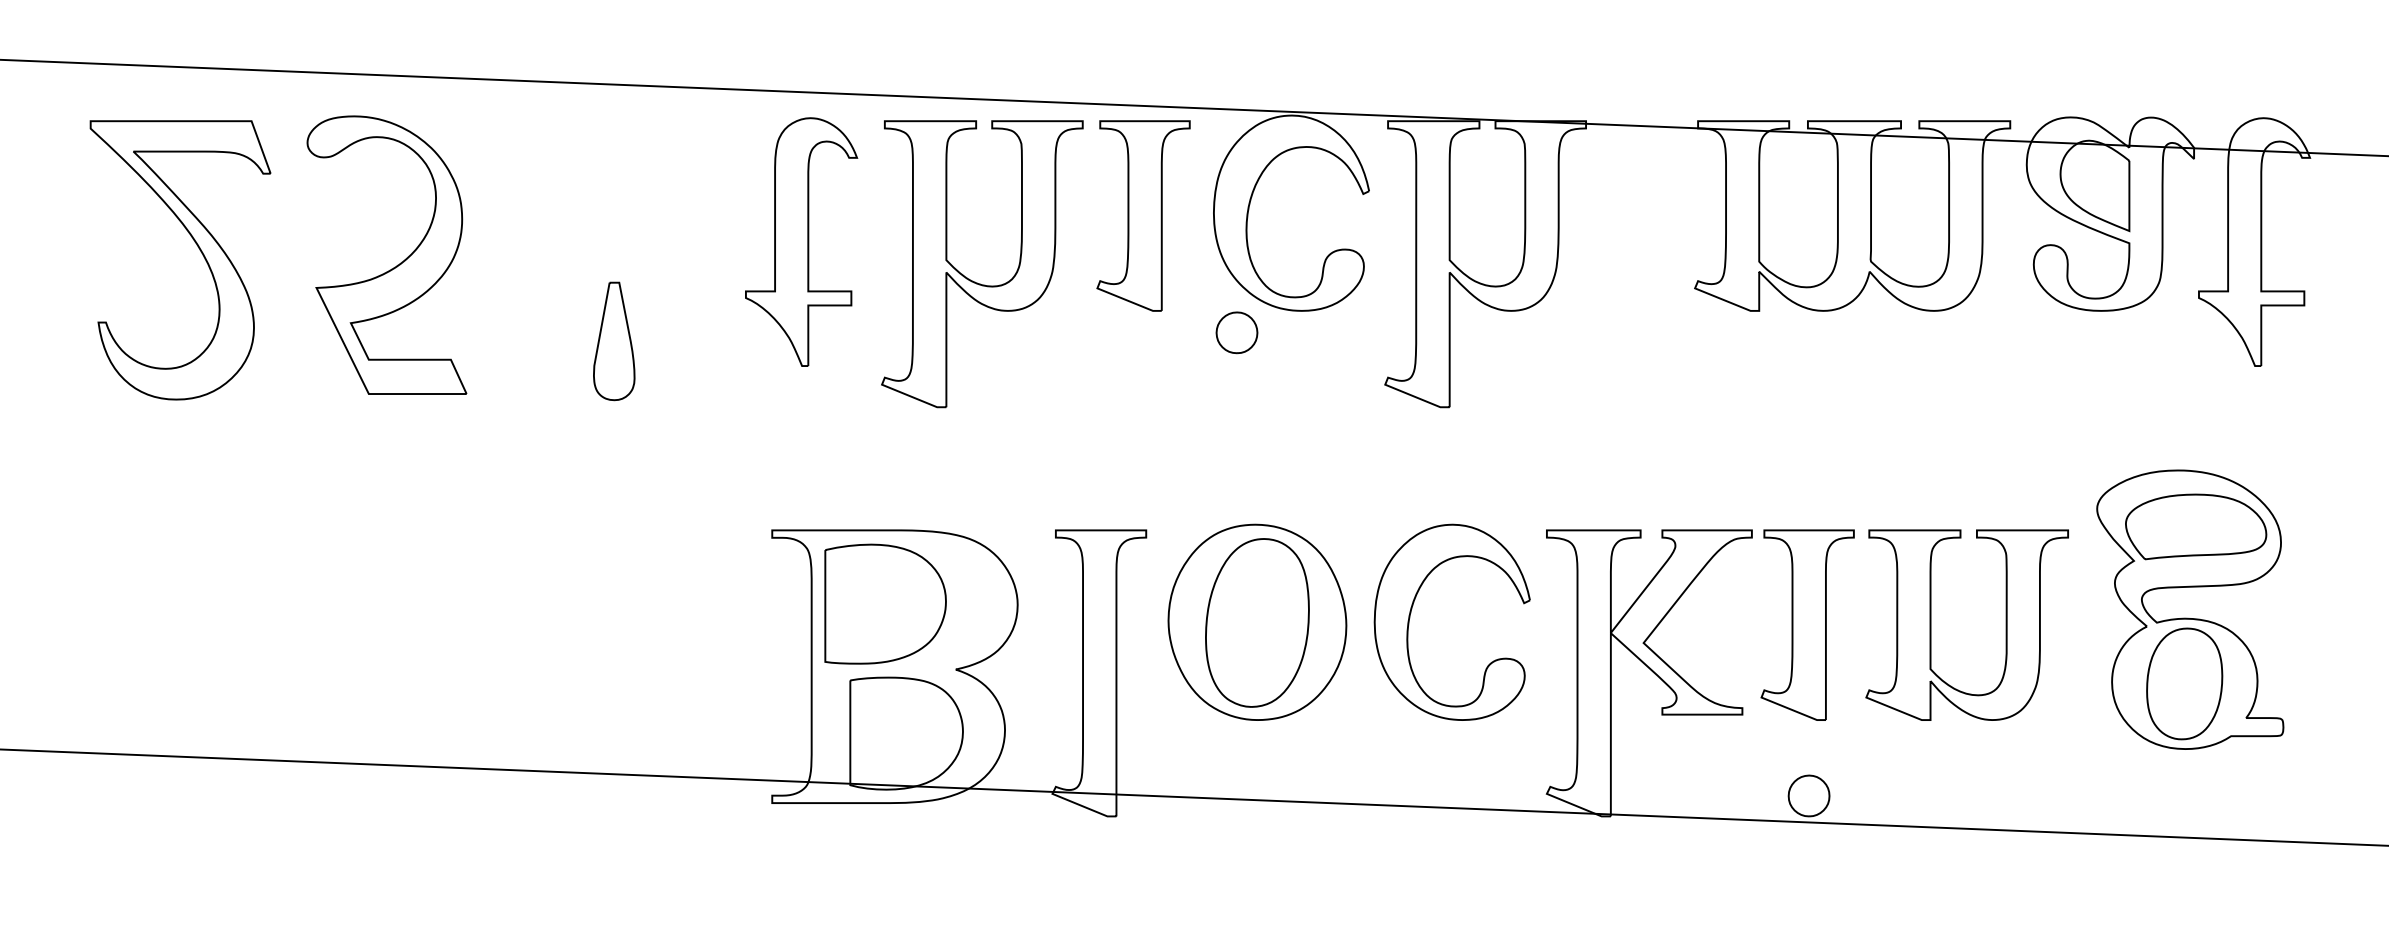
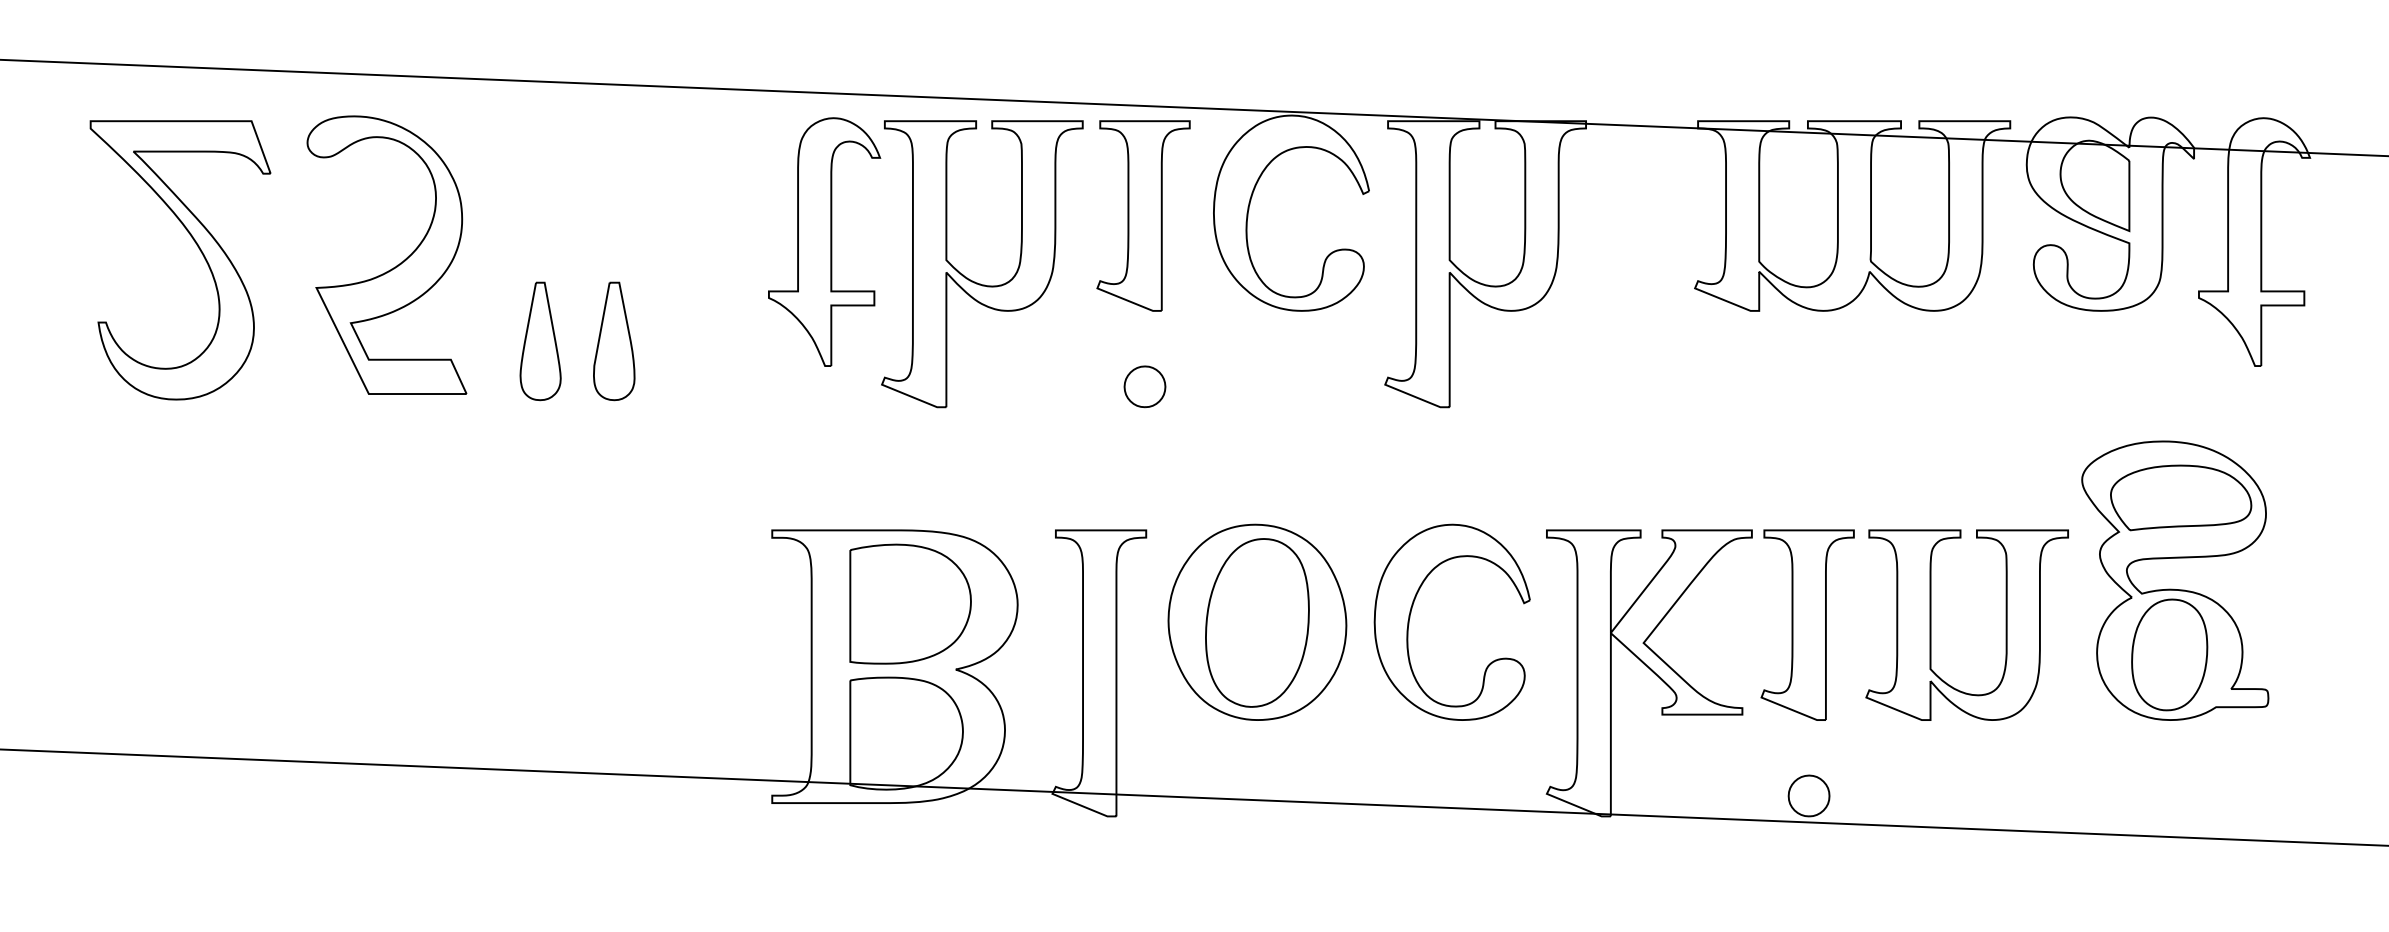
part at (801, 241) position: (801, 241) -> (824, 241)
part at (1236, 332) position: (1236, 332) -> (1144, 386)
part at (540, 341): none -> present
part at (885, 603) position: (885, 603) -> (910, 603)
part at (2188, 617) position: (2188, 617) -> (2173, 588)
